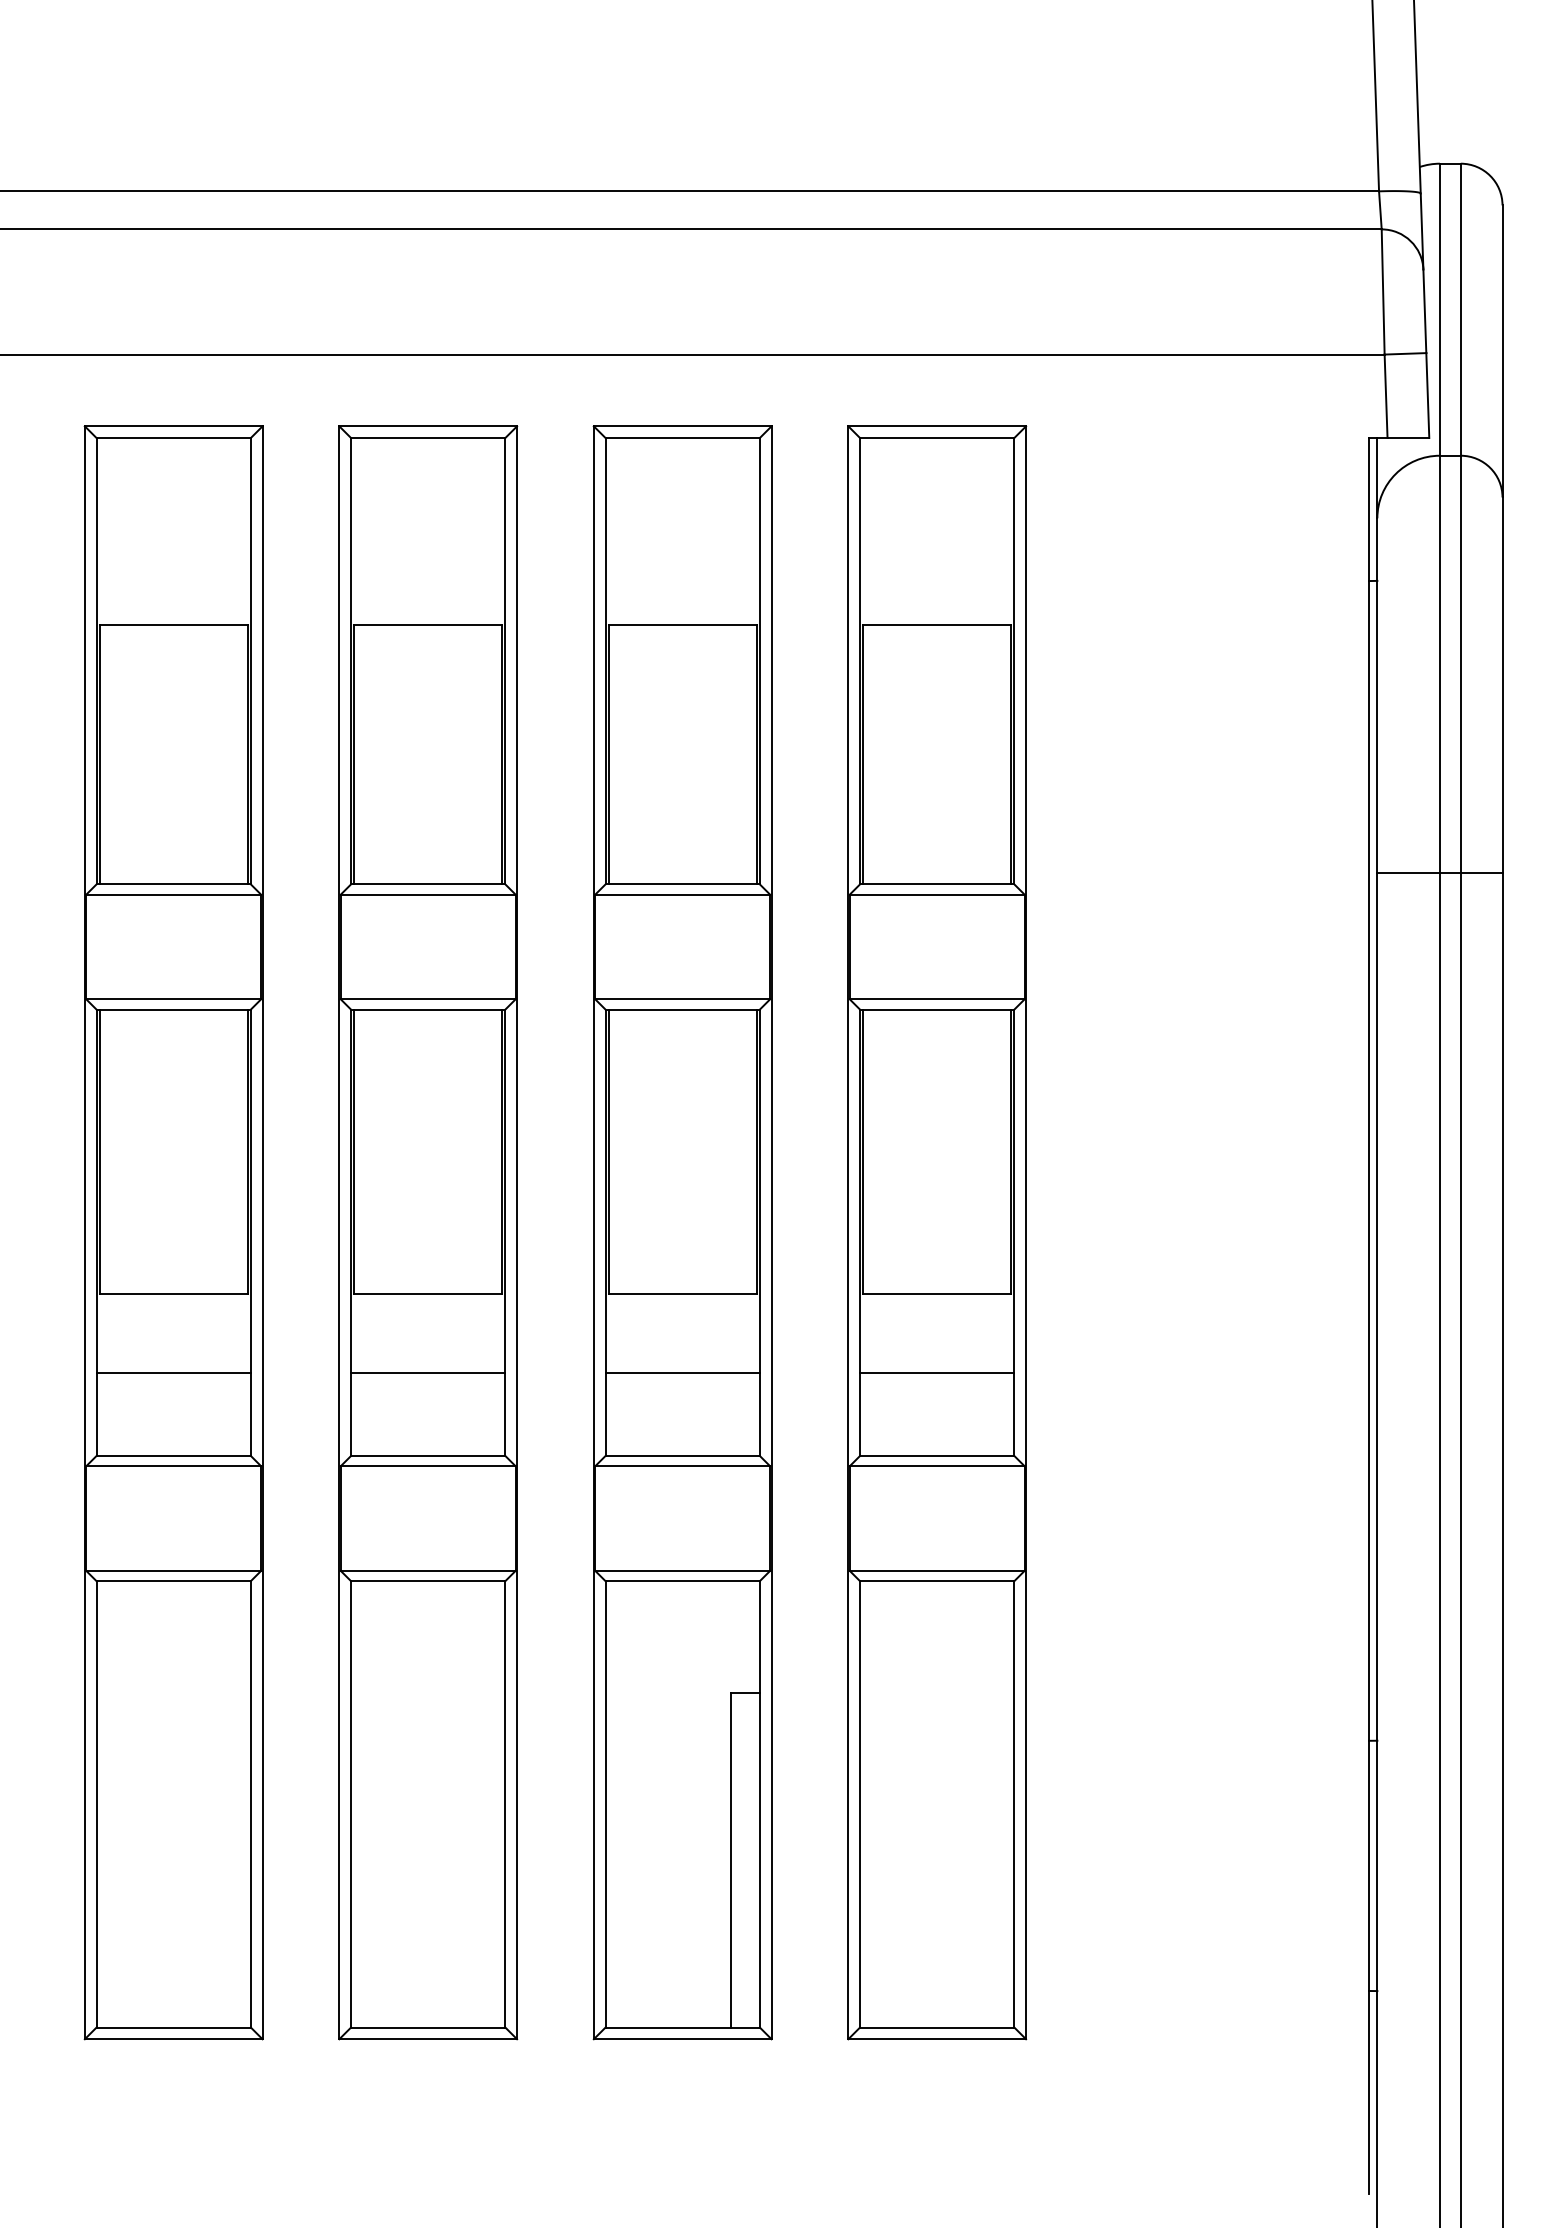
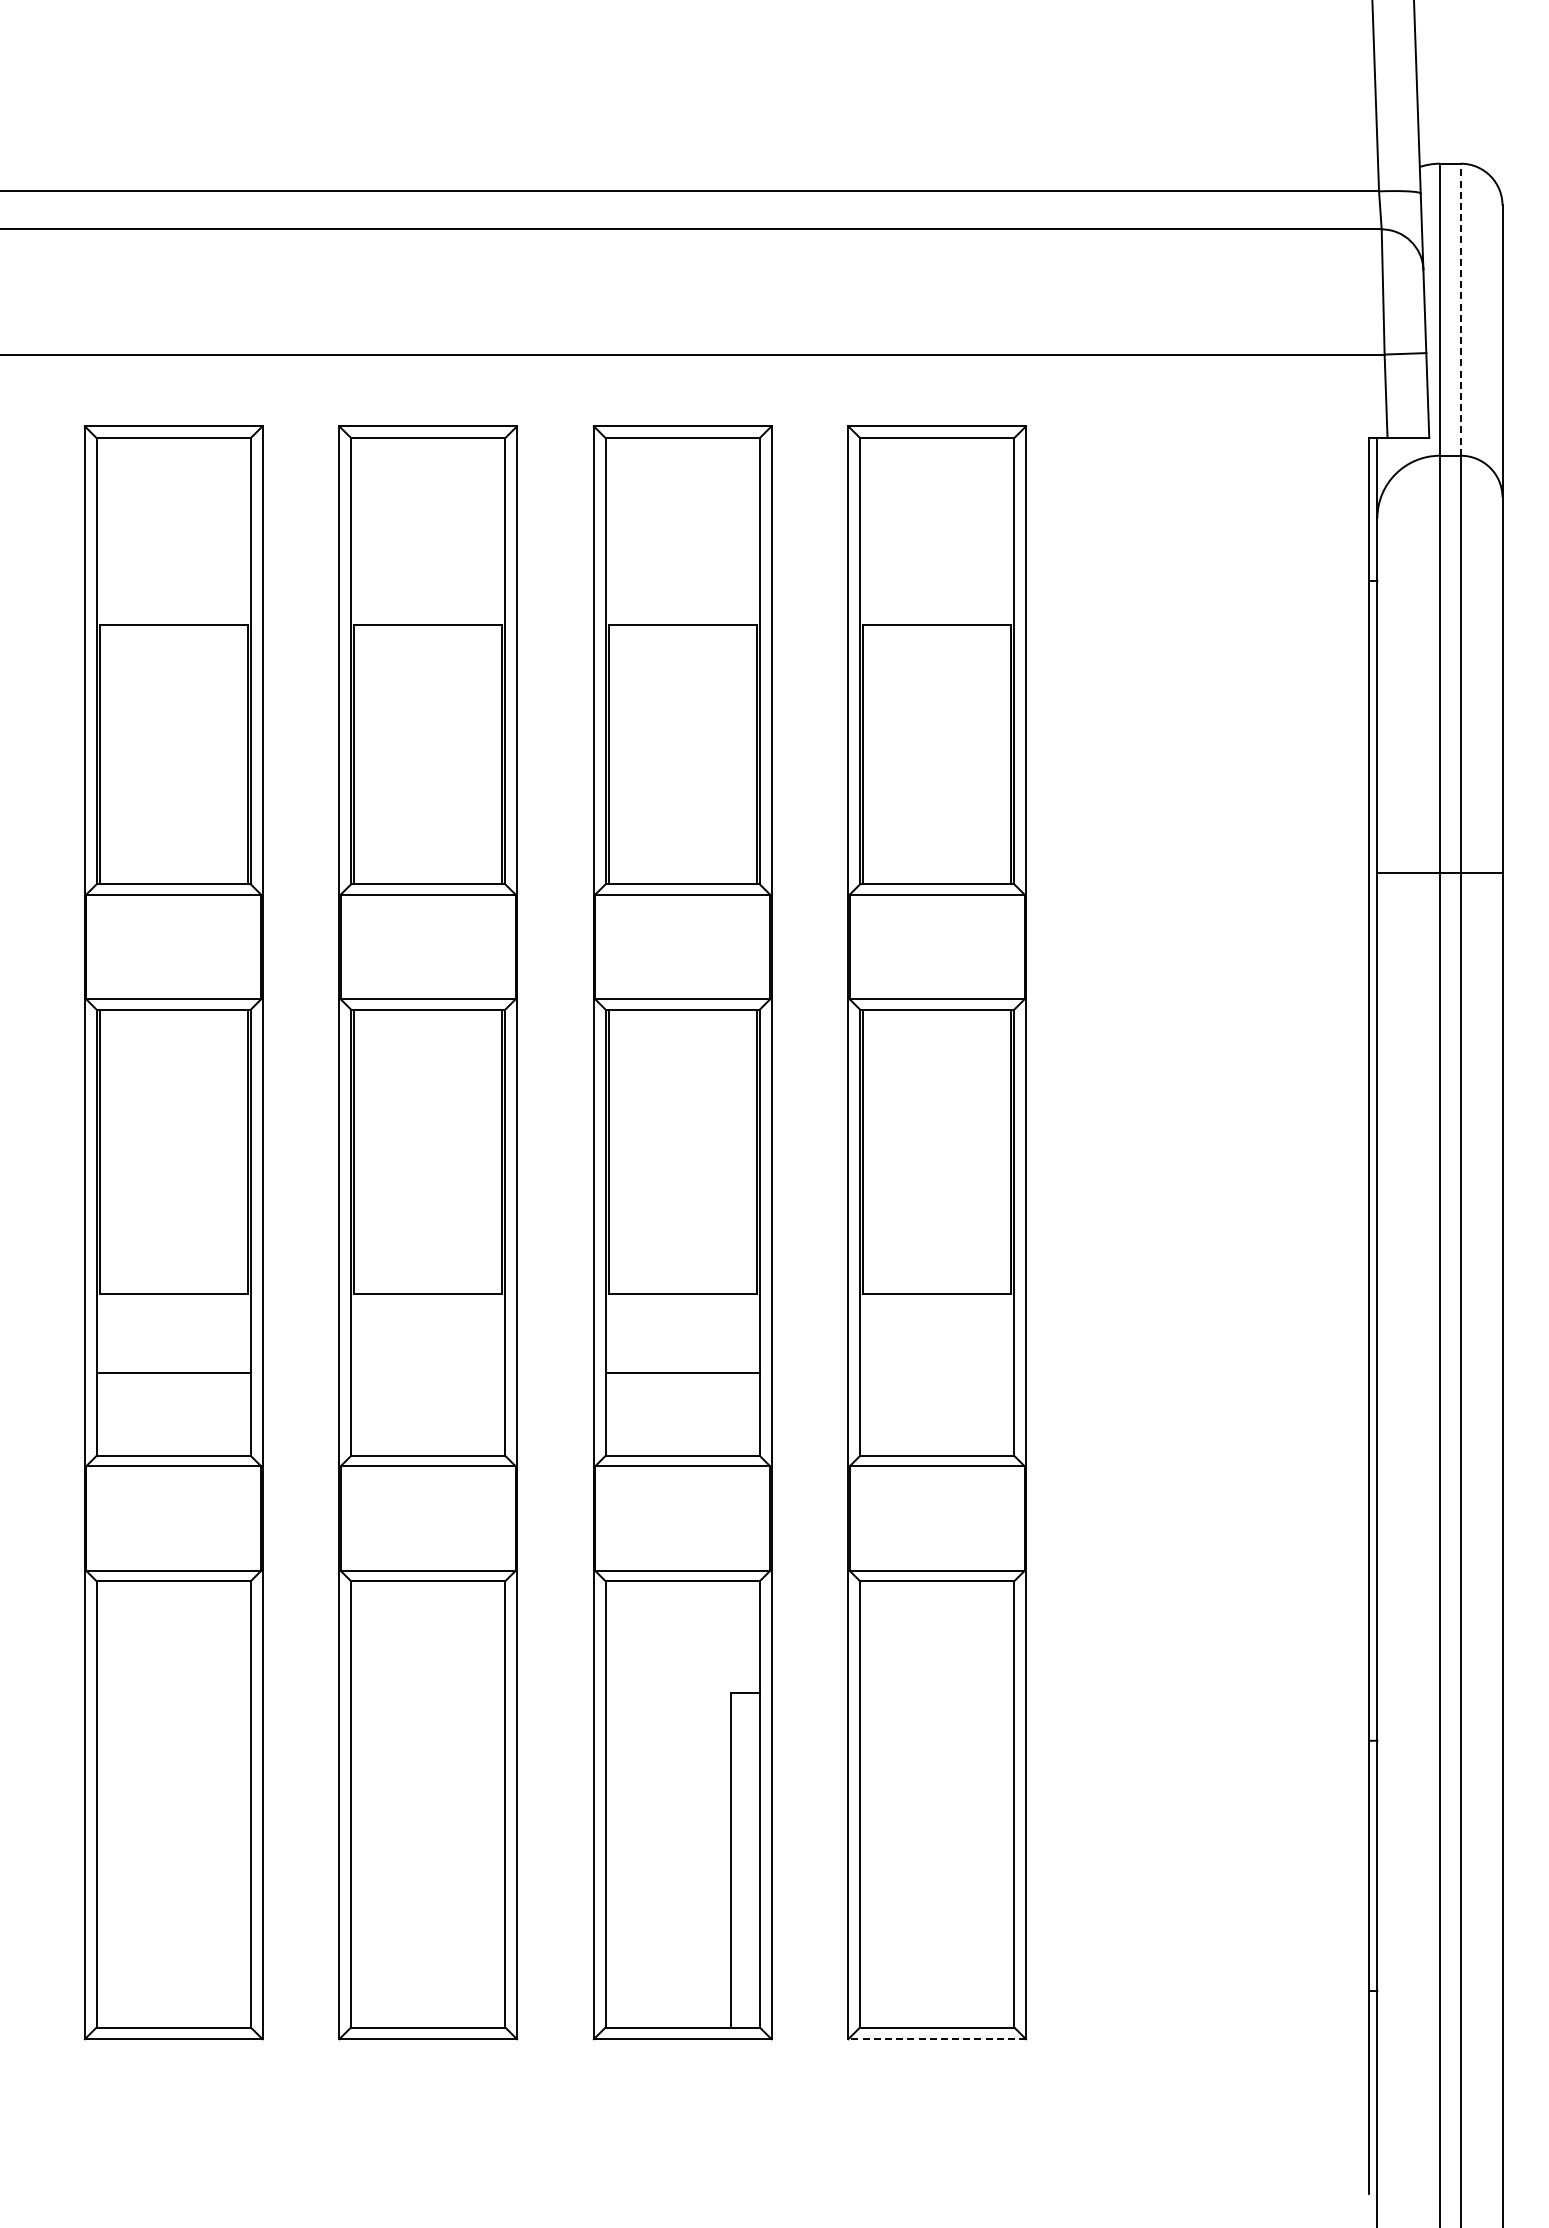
line at (1460, 309): solid -> dashed
line at (428, 1372): present -> none
line at (937, 1372): present -> none
line at (937, 2039): solid -> dashed
